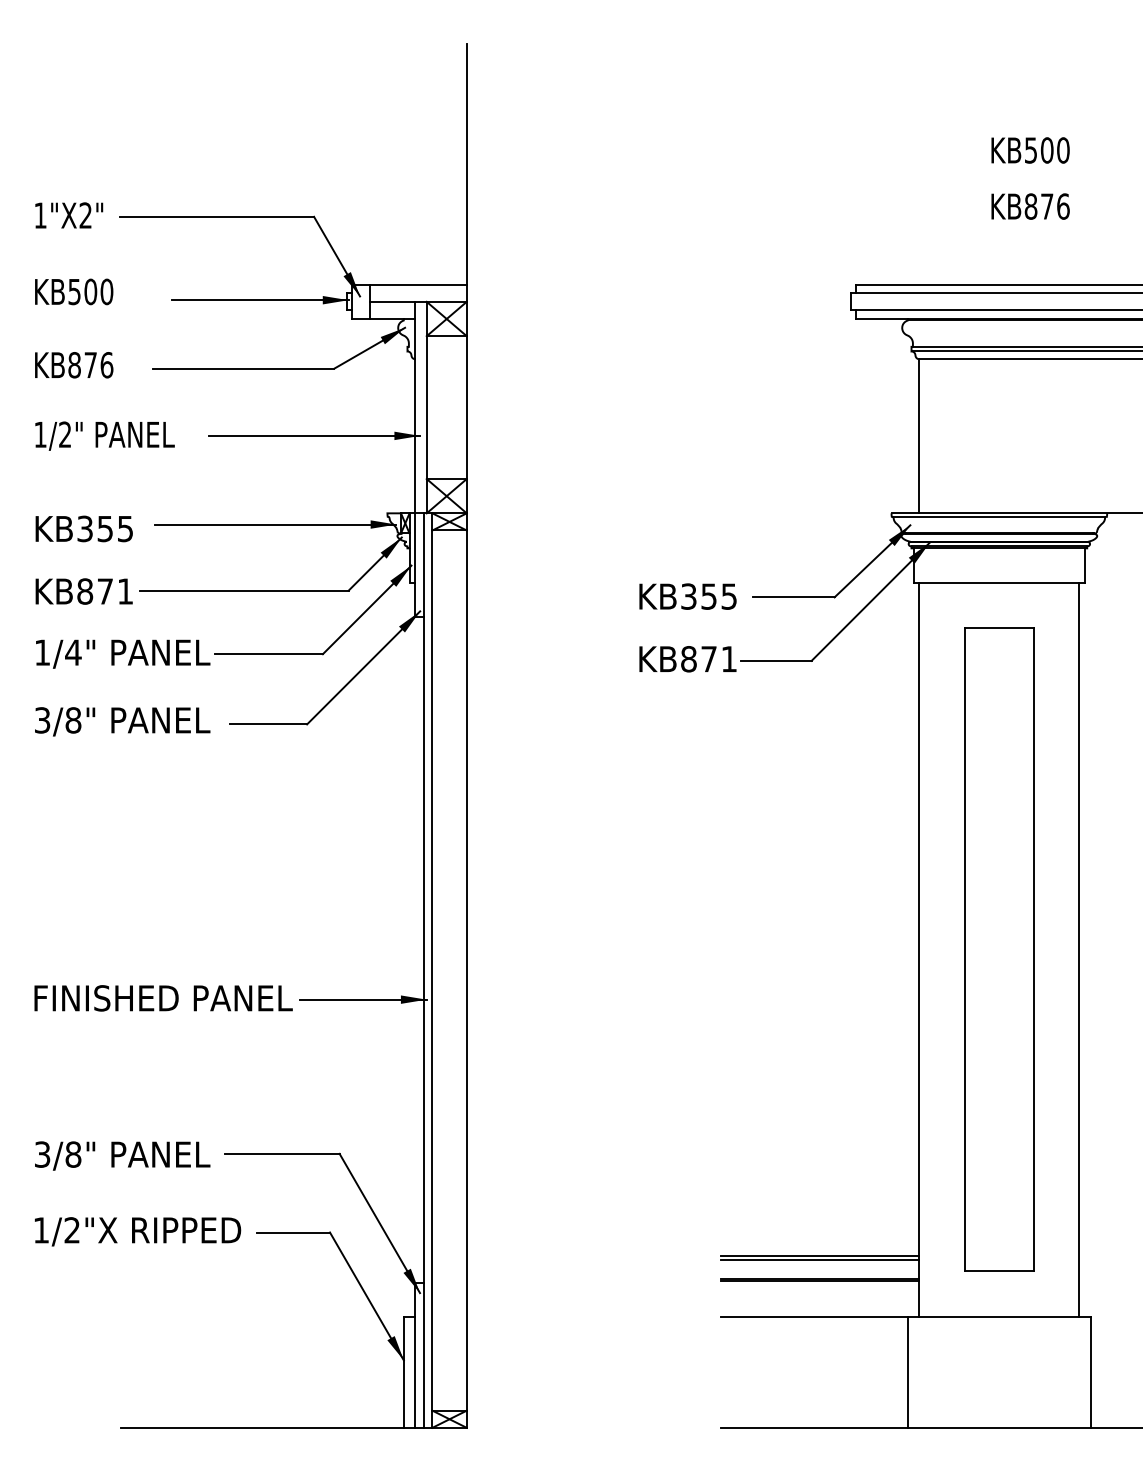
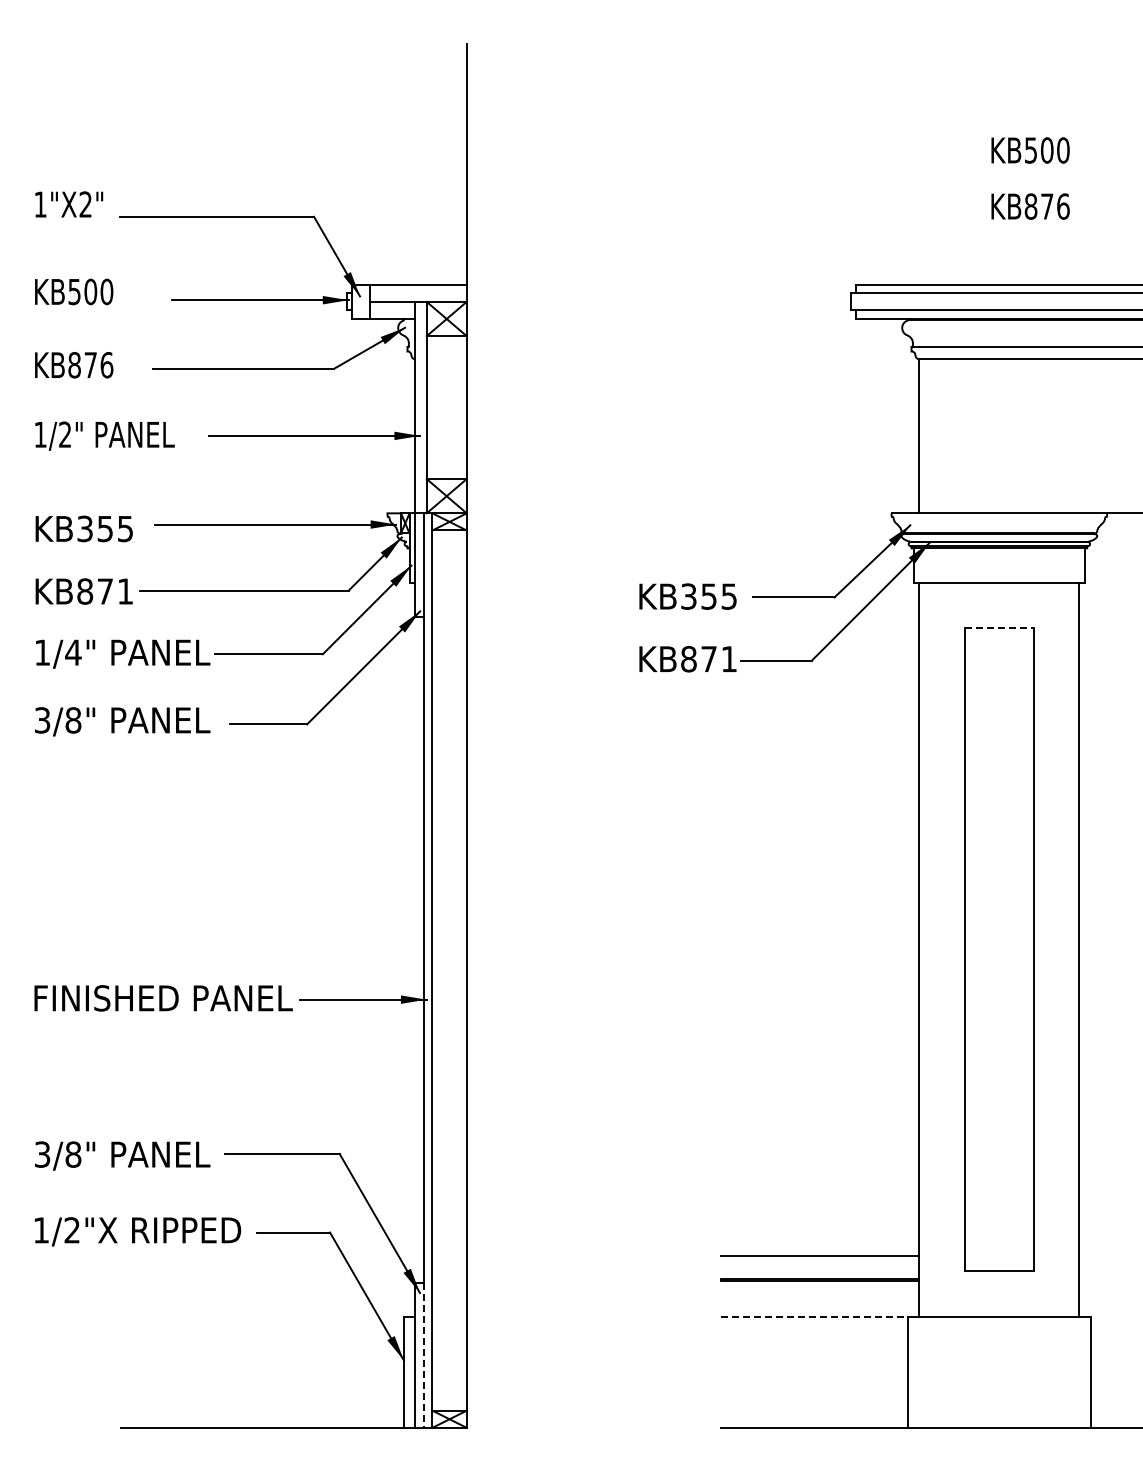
text at (69, 215) position: (69, 215) -> (69, 204)
line at (1025, 351): present -> none
line at (999, 517): present -> none
line at (999, 628): solid -> dashed
line at (820, 1259): present -> none
line at (815, 1317): solid -> dashed
line at (423, 1355): solid -> dashed
